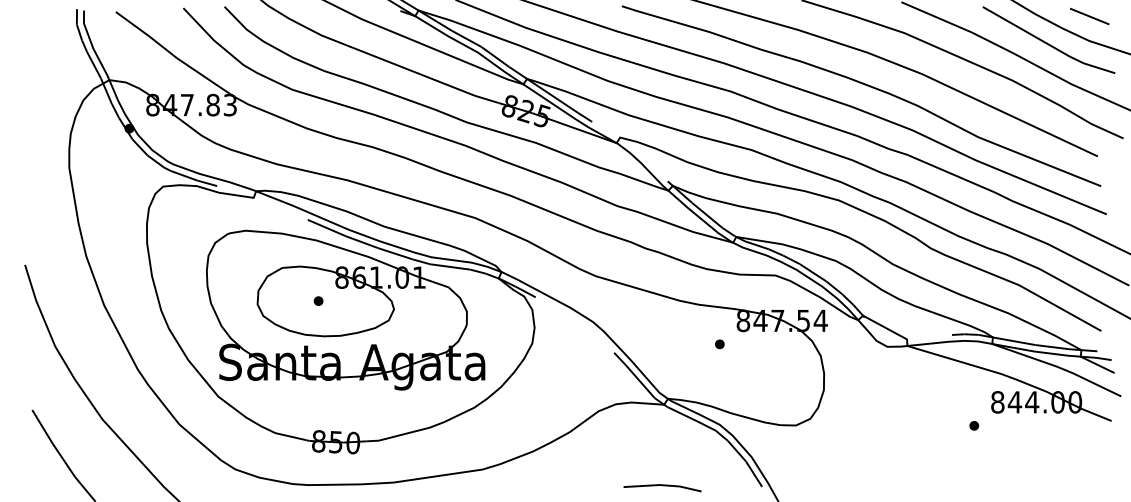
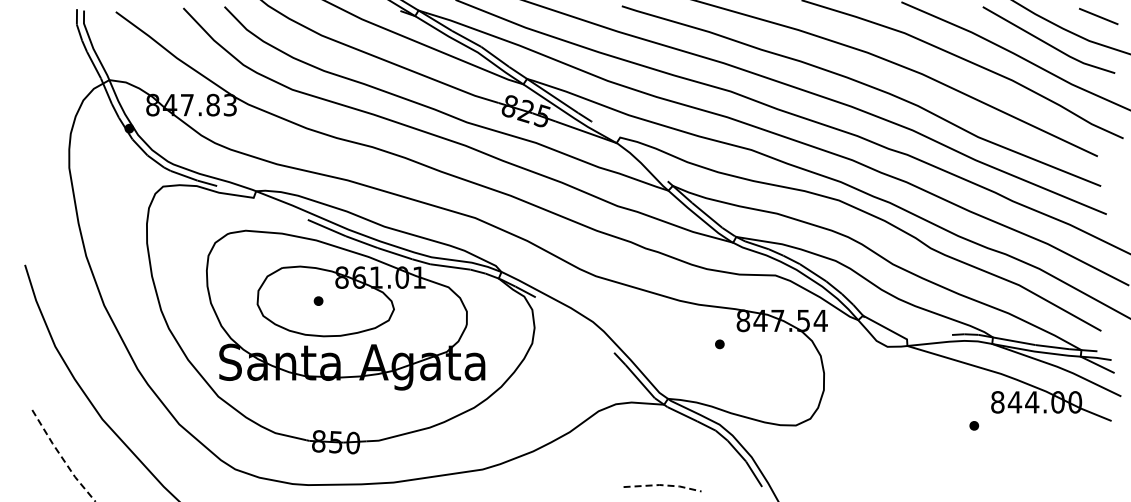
line at (1089, 16) position: (1089, 16) -> (1098, 16)
line at (62, 457): solid -> dashed
line at (663, 485): solid -> dashed
